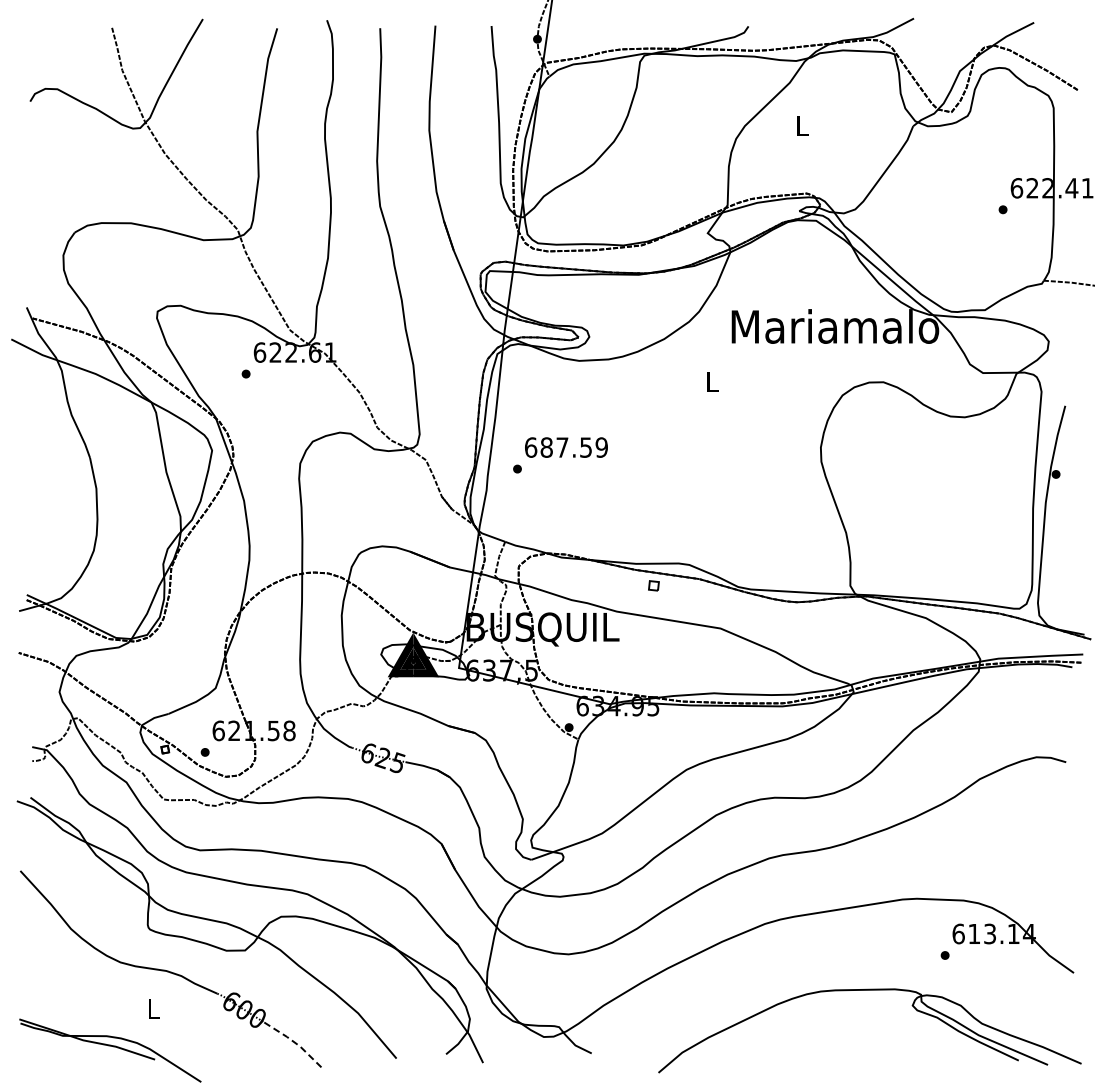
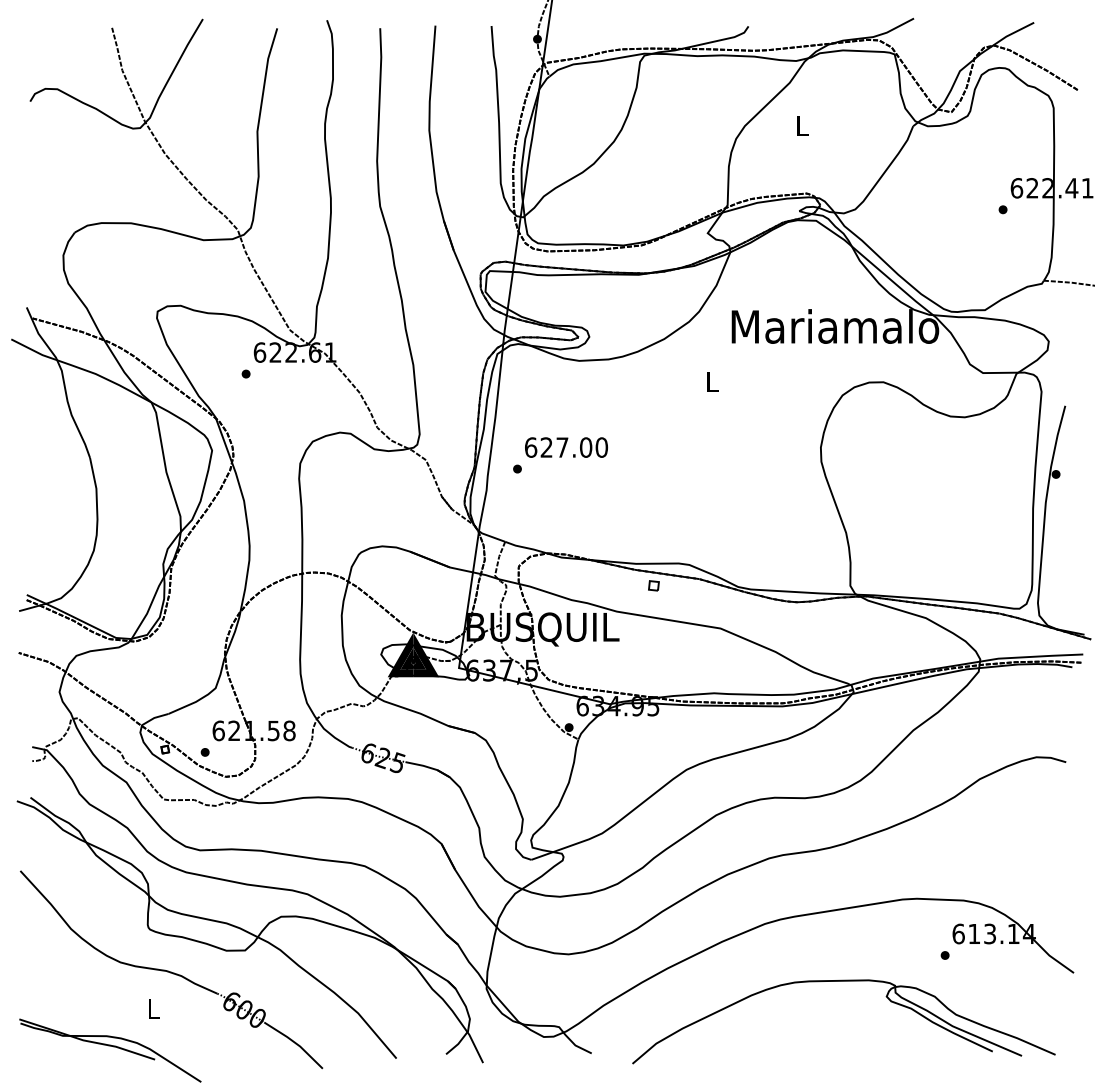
text at (574, 447): 687.59 -> 627.00
part at (869, 990) position: (869, 990) -> (843, 981)
line at (295, 1043): dashed -> solid
